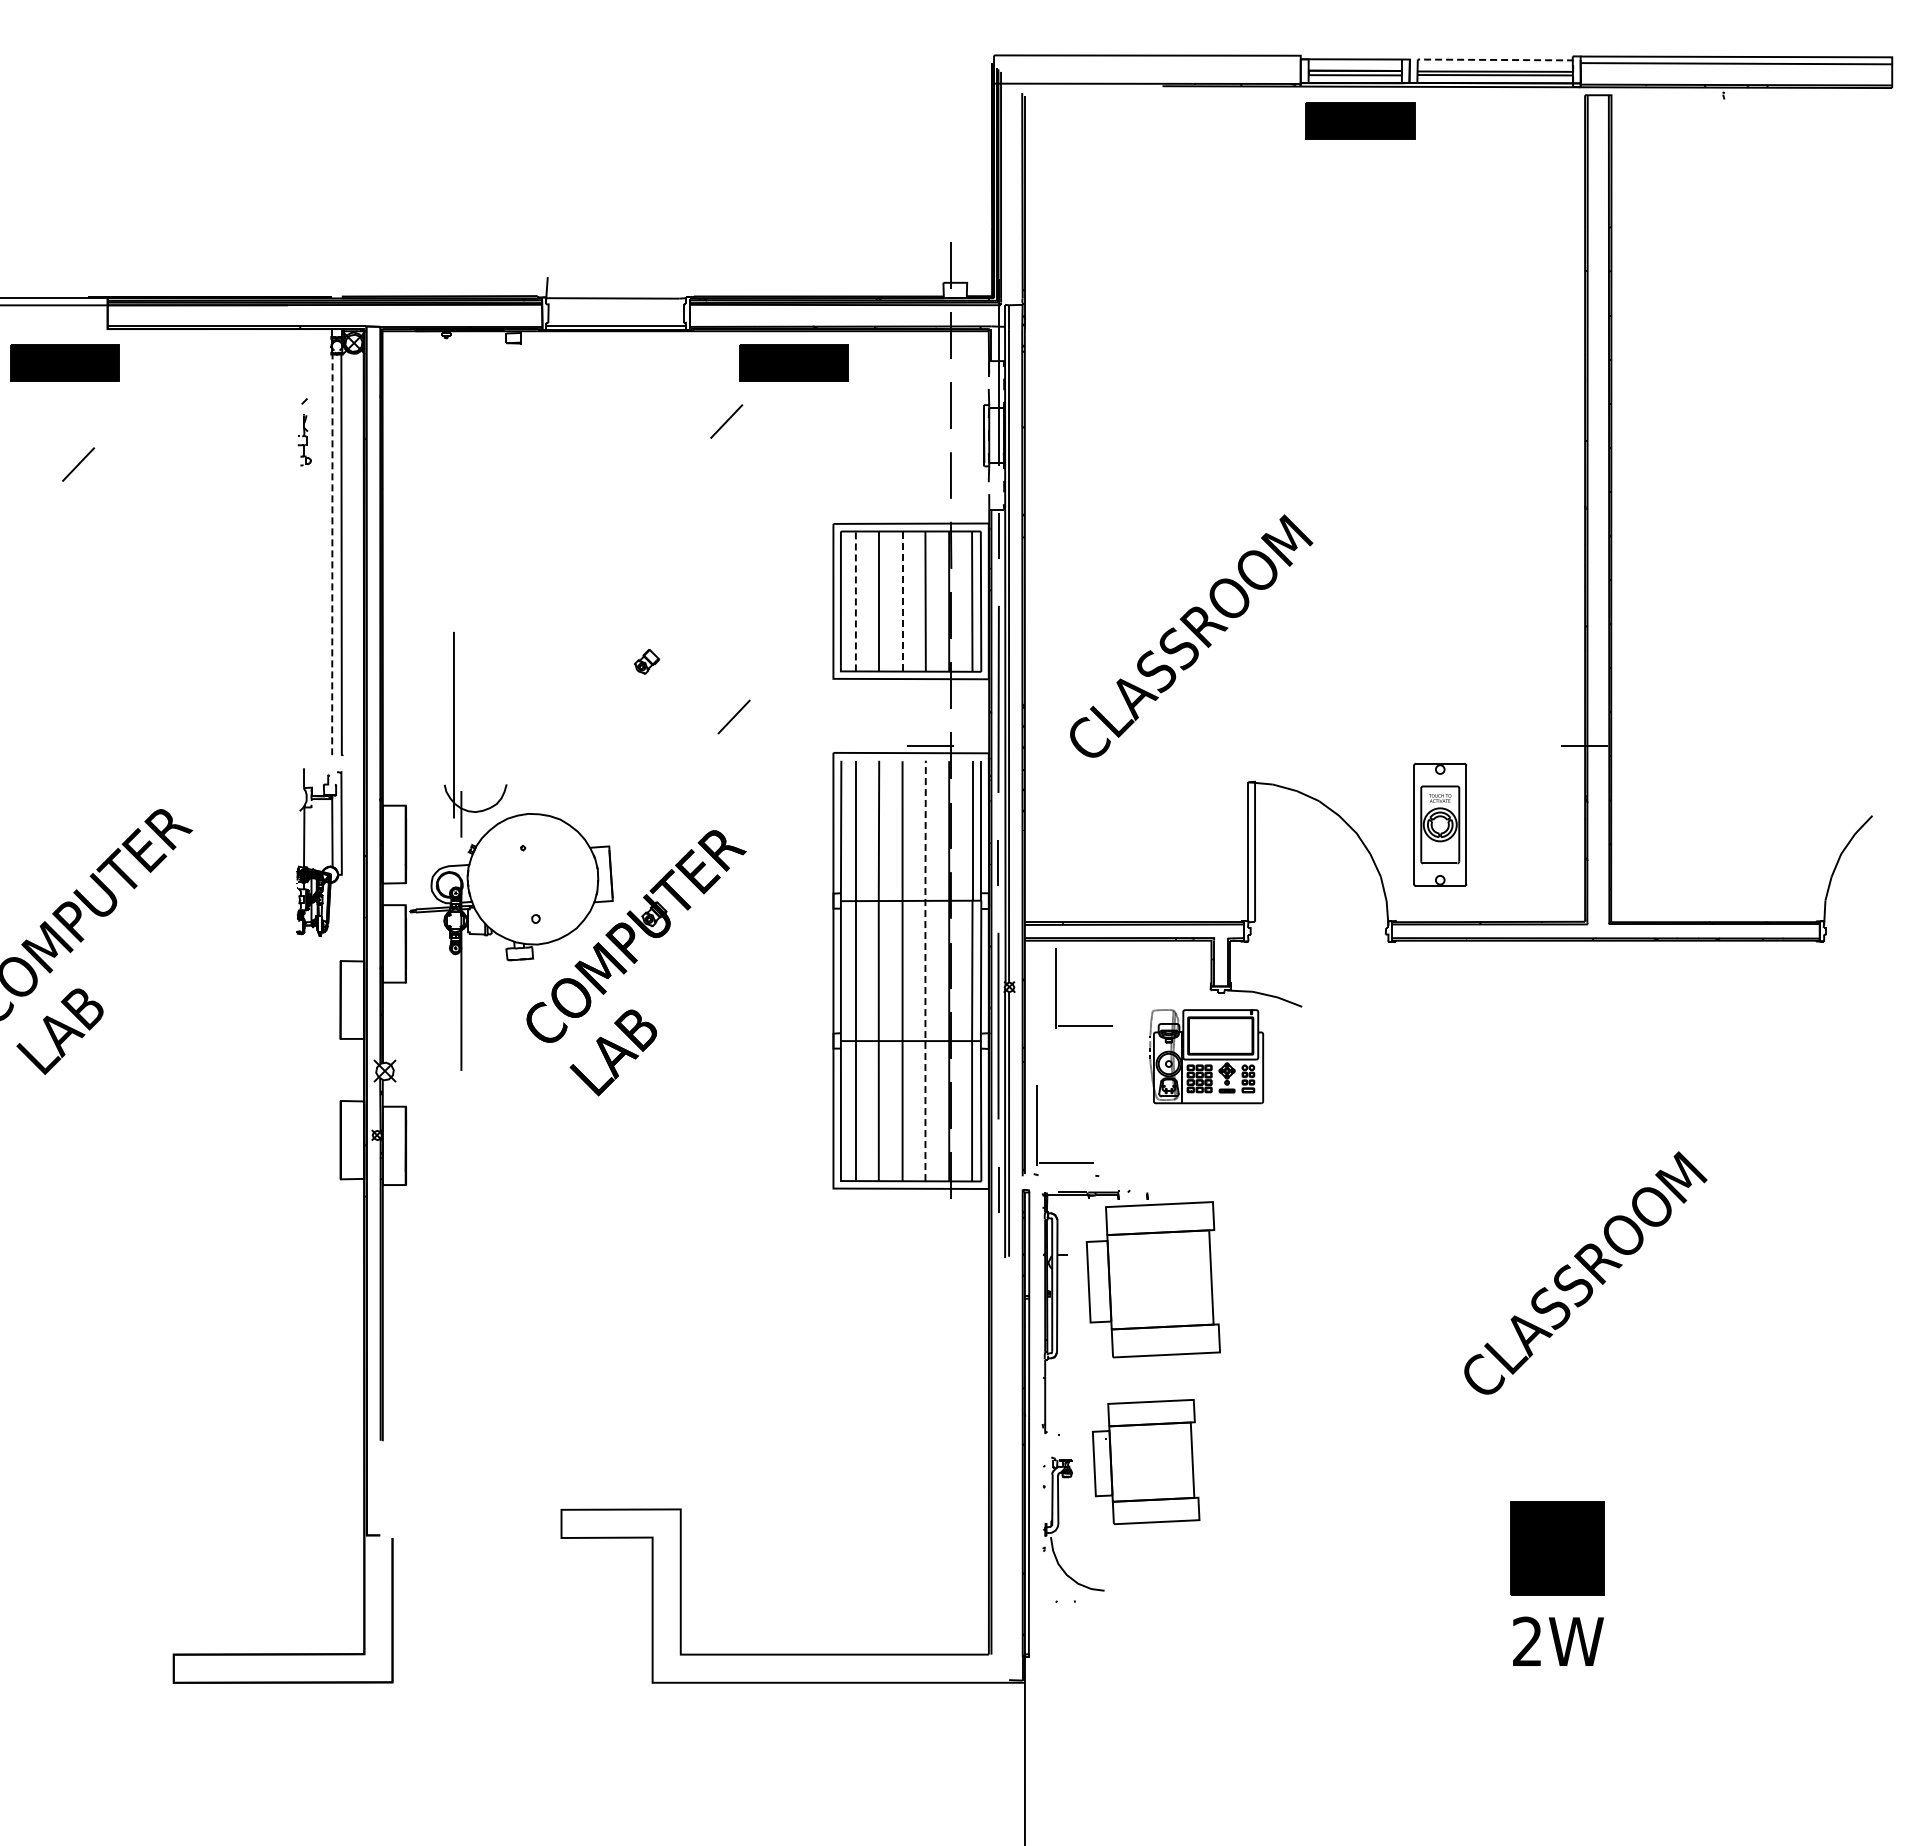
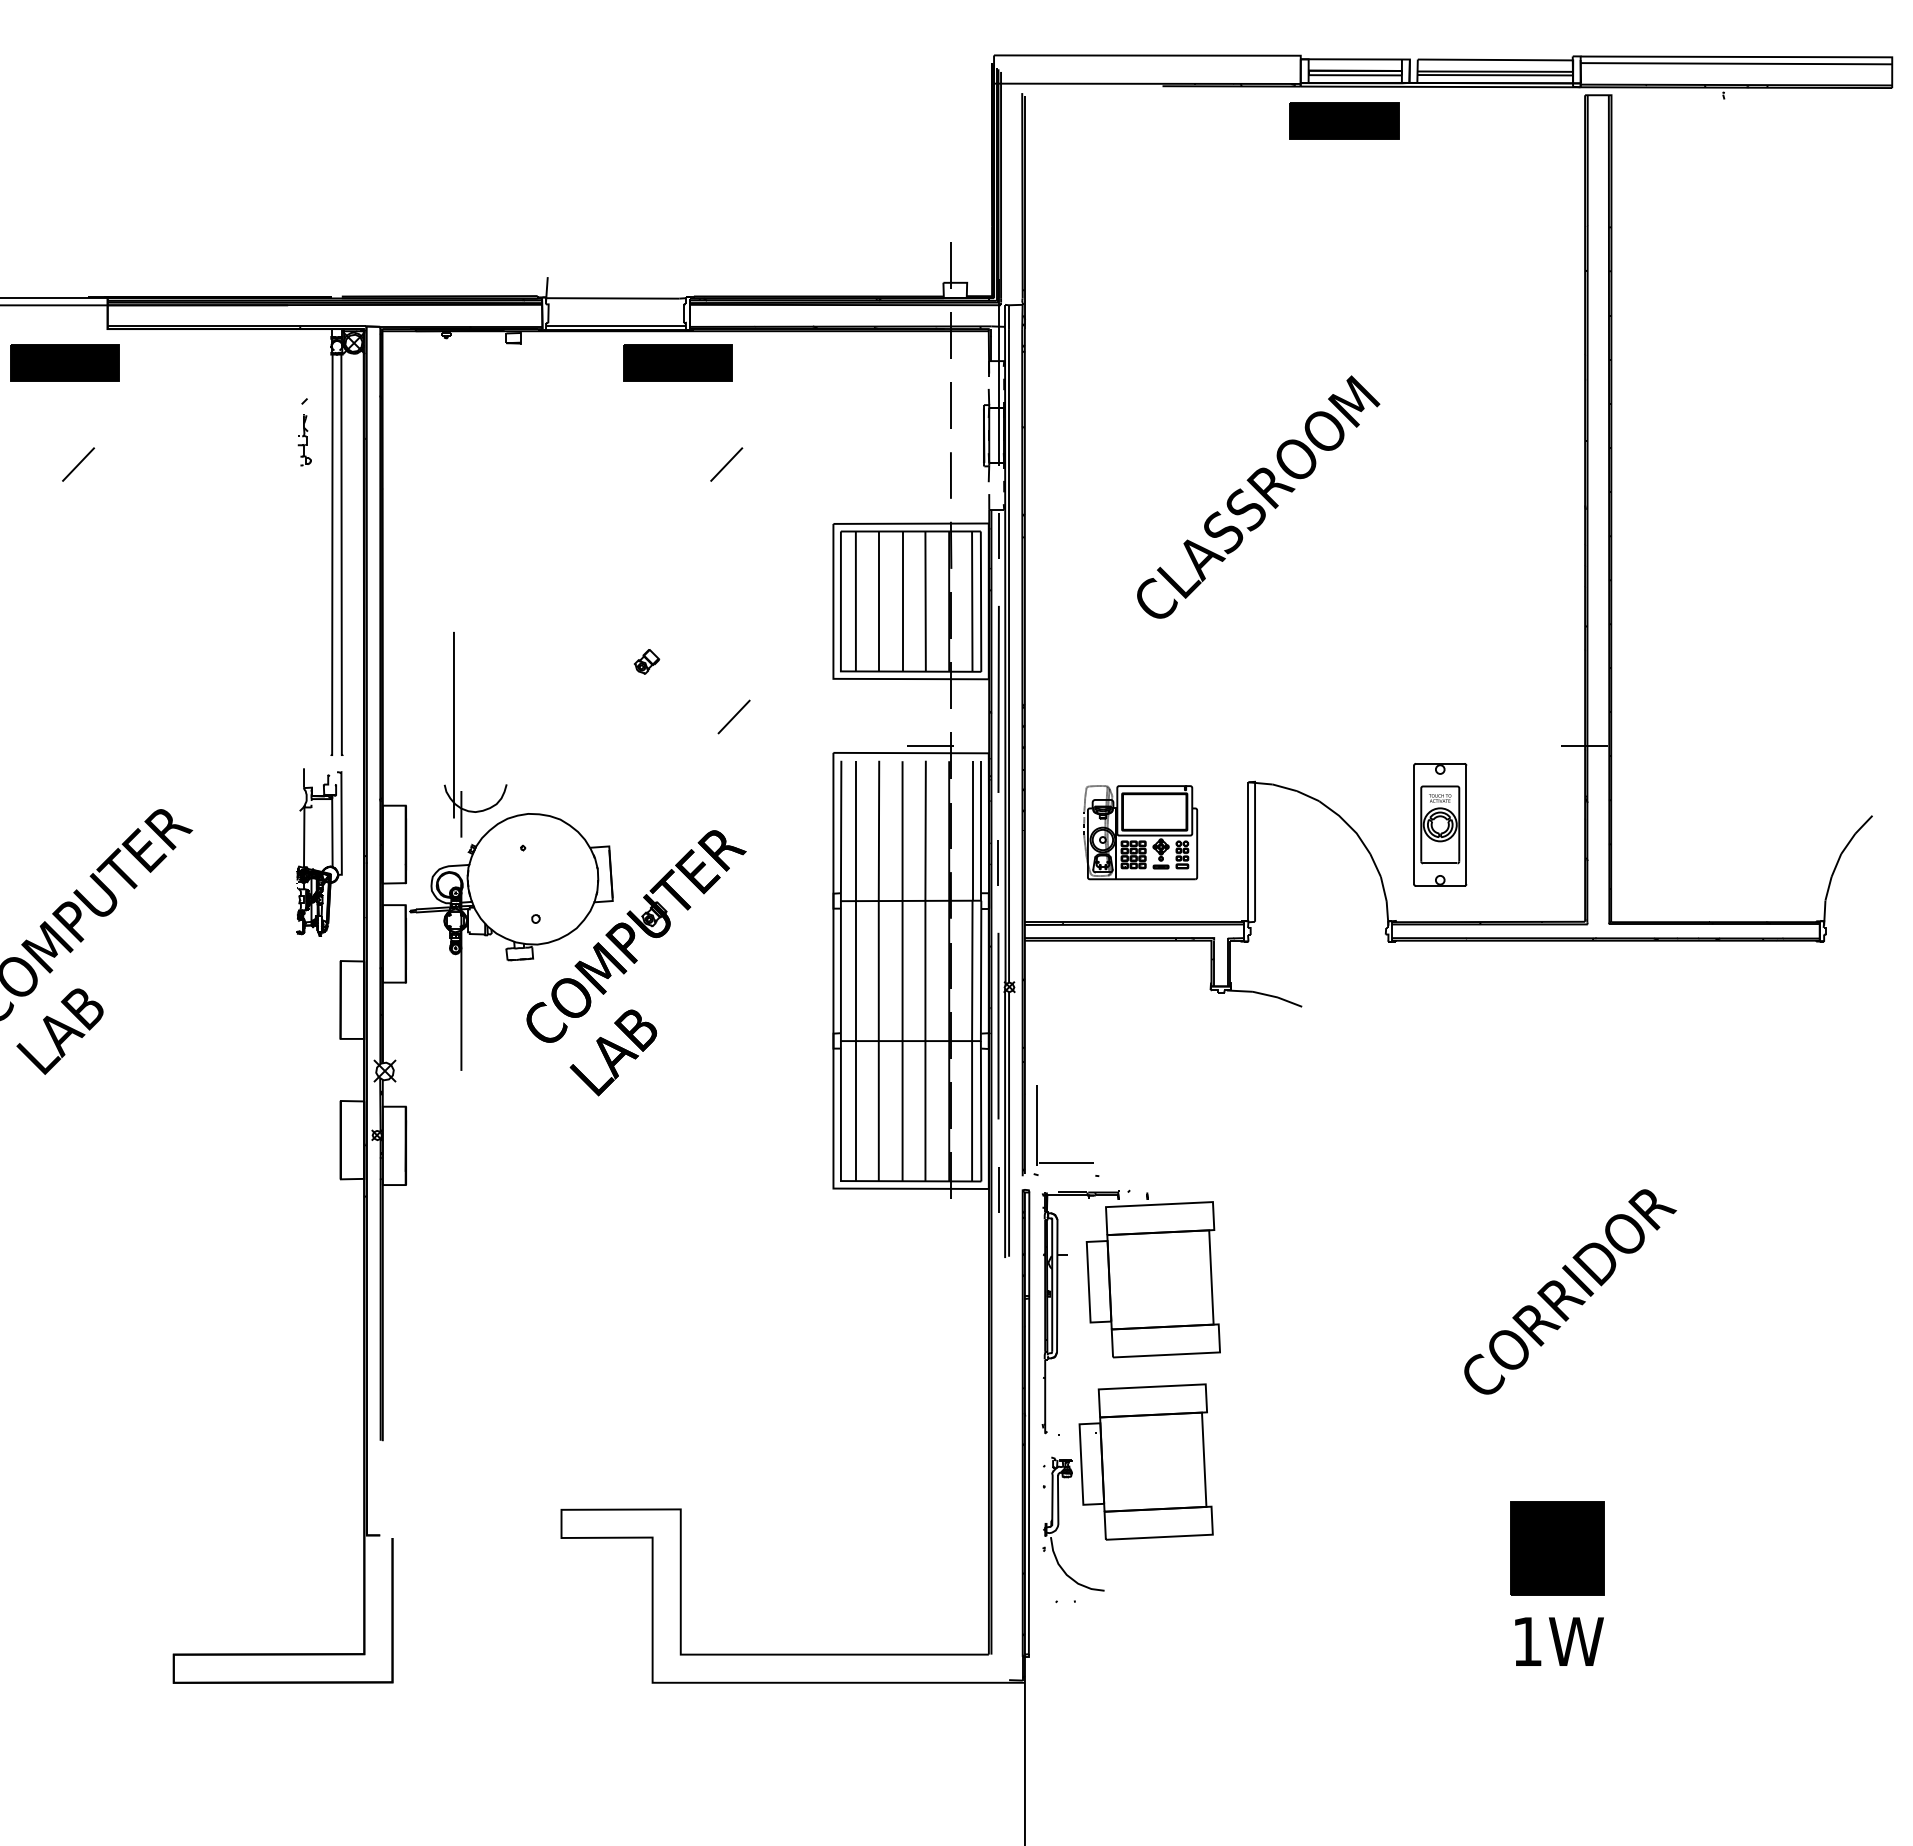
line at (1507, 60): dashed -> solid
part at (1360, 120) position: (1360, 120) -> (1344, 120)
part at (793, 362) position: (793, 362) -> (677, 362)
line at (726, 421) position: (726, 421) -> (726, 464)
line at (332, 556): dashed -> solid
line at (855, 601): dashed -> solid
line at (902, 601): dashed -> solid
text at (1191, 635) position: (1191, 635) -> (1258, 496)
line at (925, 970): dashed -> solid
part at (1056, 988): present -> none
part at (1206, 1056) position: (1206, 1056) -> (1140, 832)
text at (1595, 1262): CLASSROOM -> CORRIDOR
part at (1146, 1462) size: 109x127 px -> 136x158 px
text at (1527, 1640): 2W -> 1W
